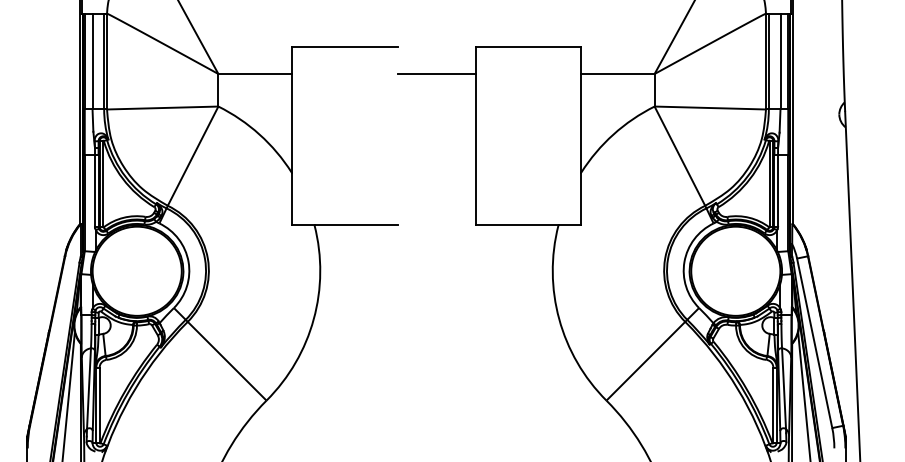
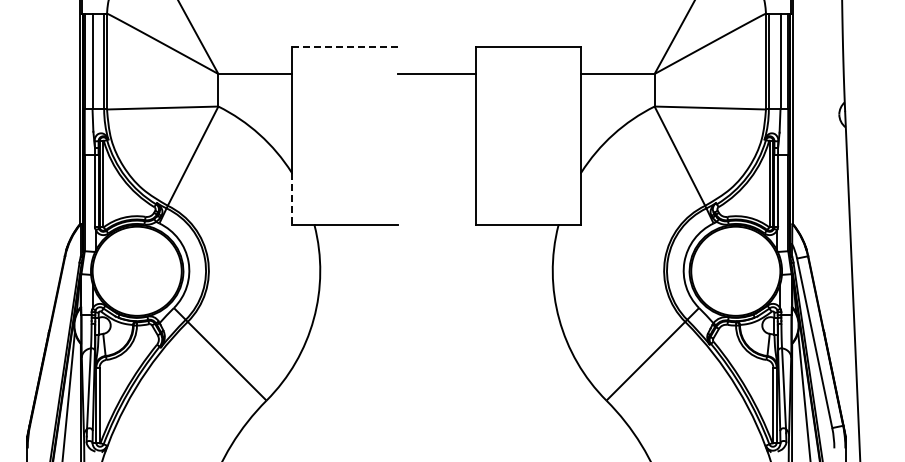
line at (344, 47): solid -> dashed
line at (291, 199): solid -> dashed
